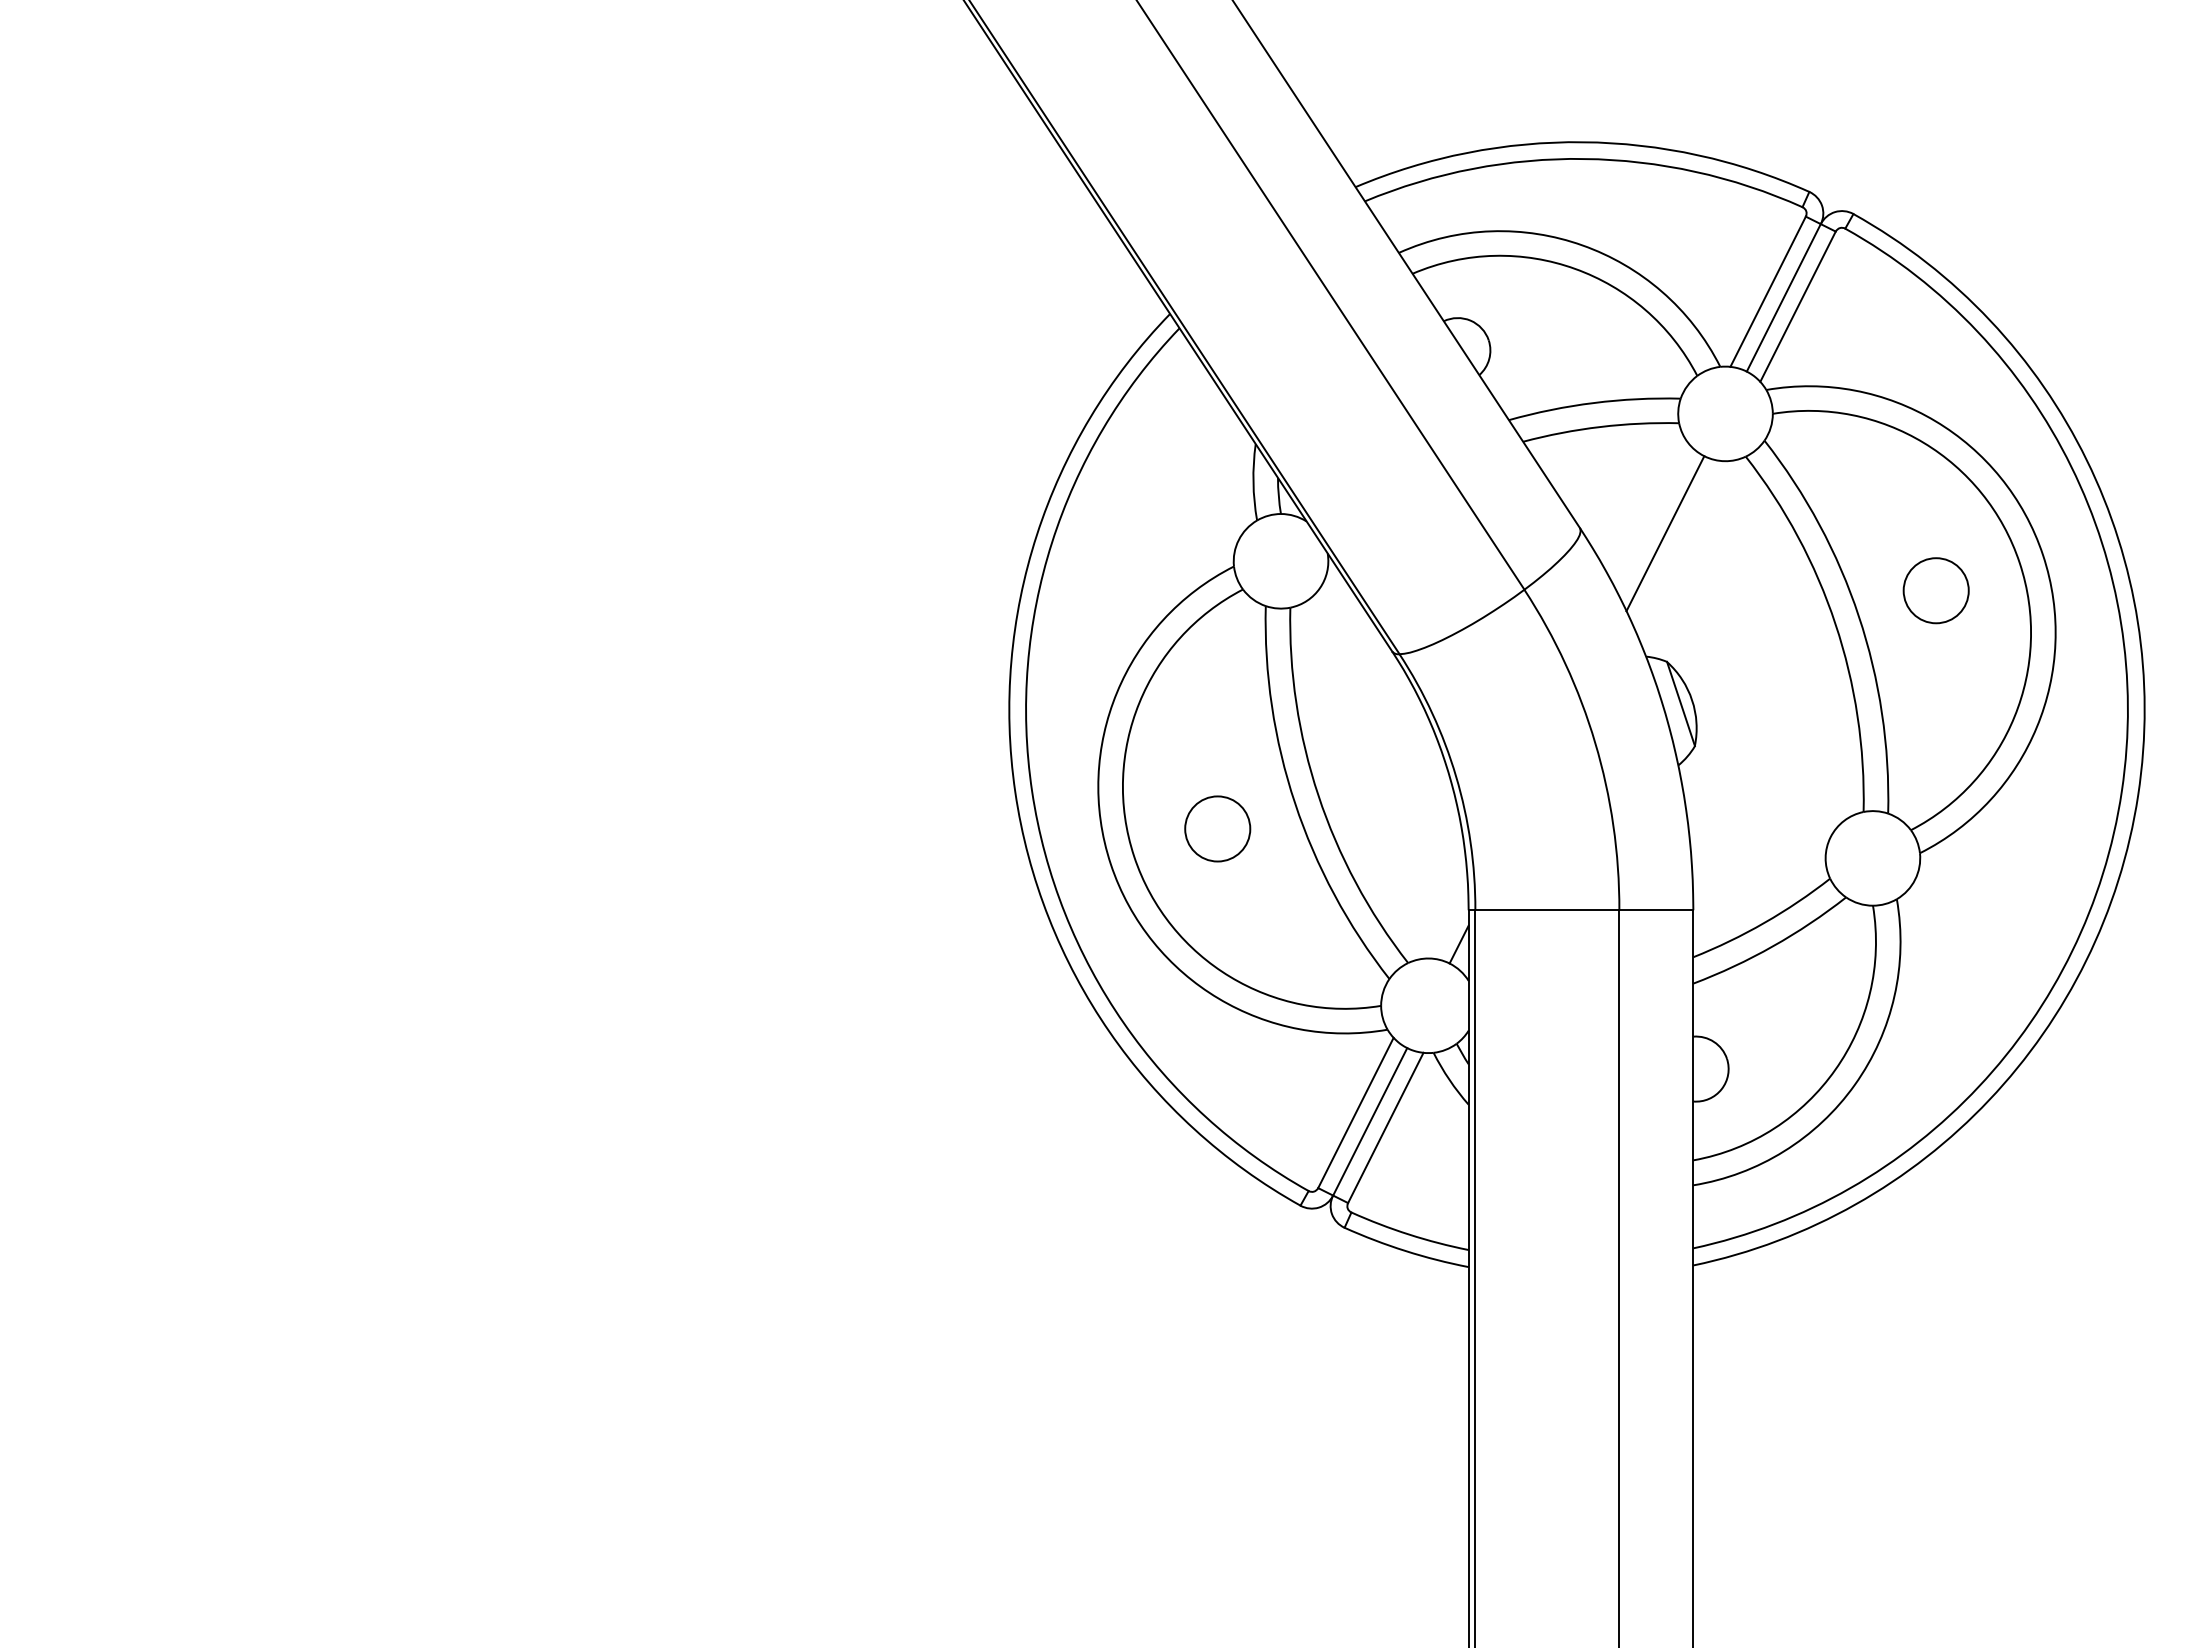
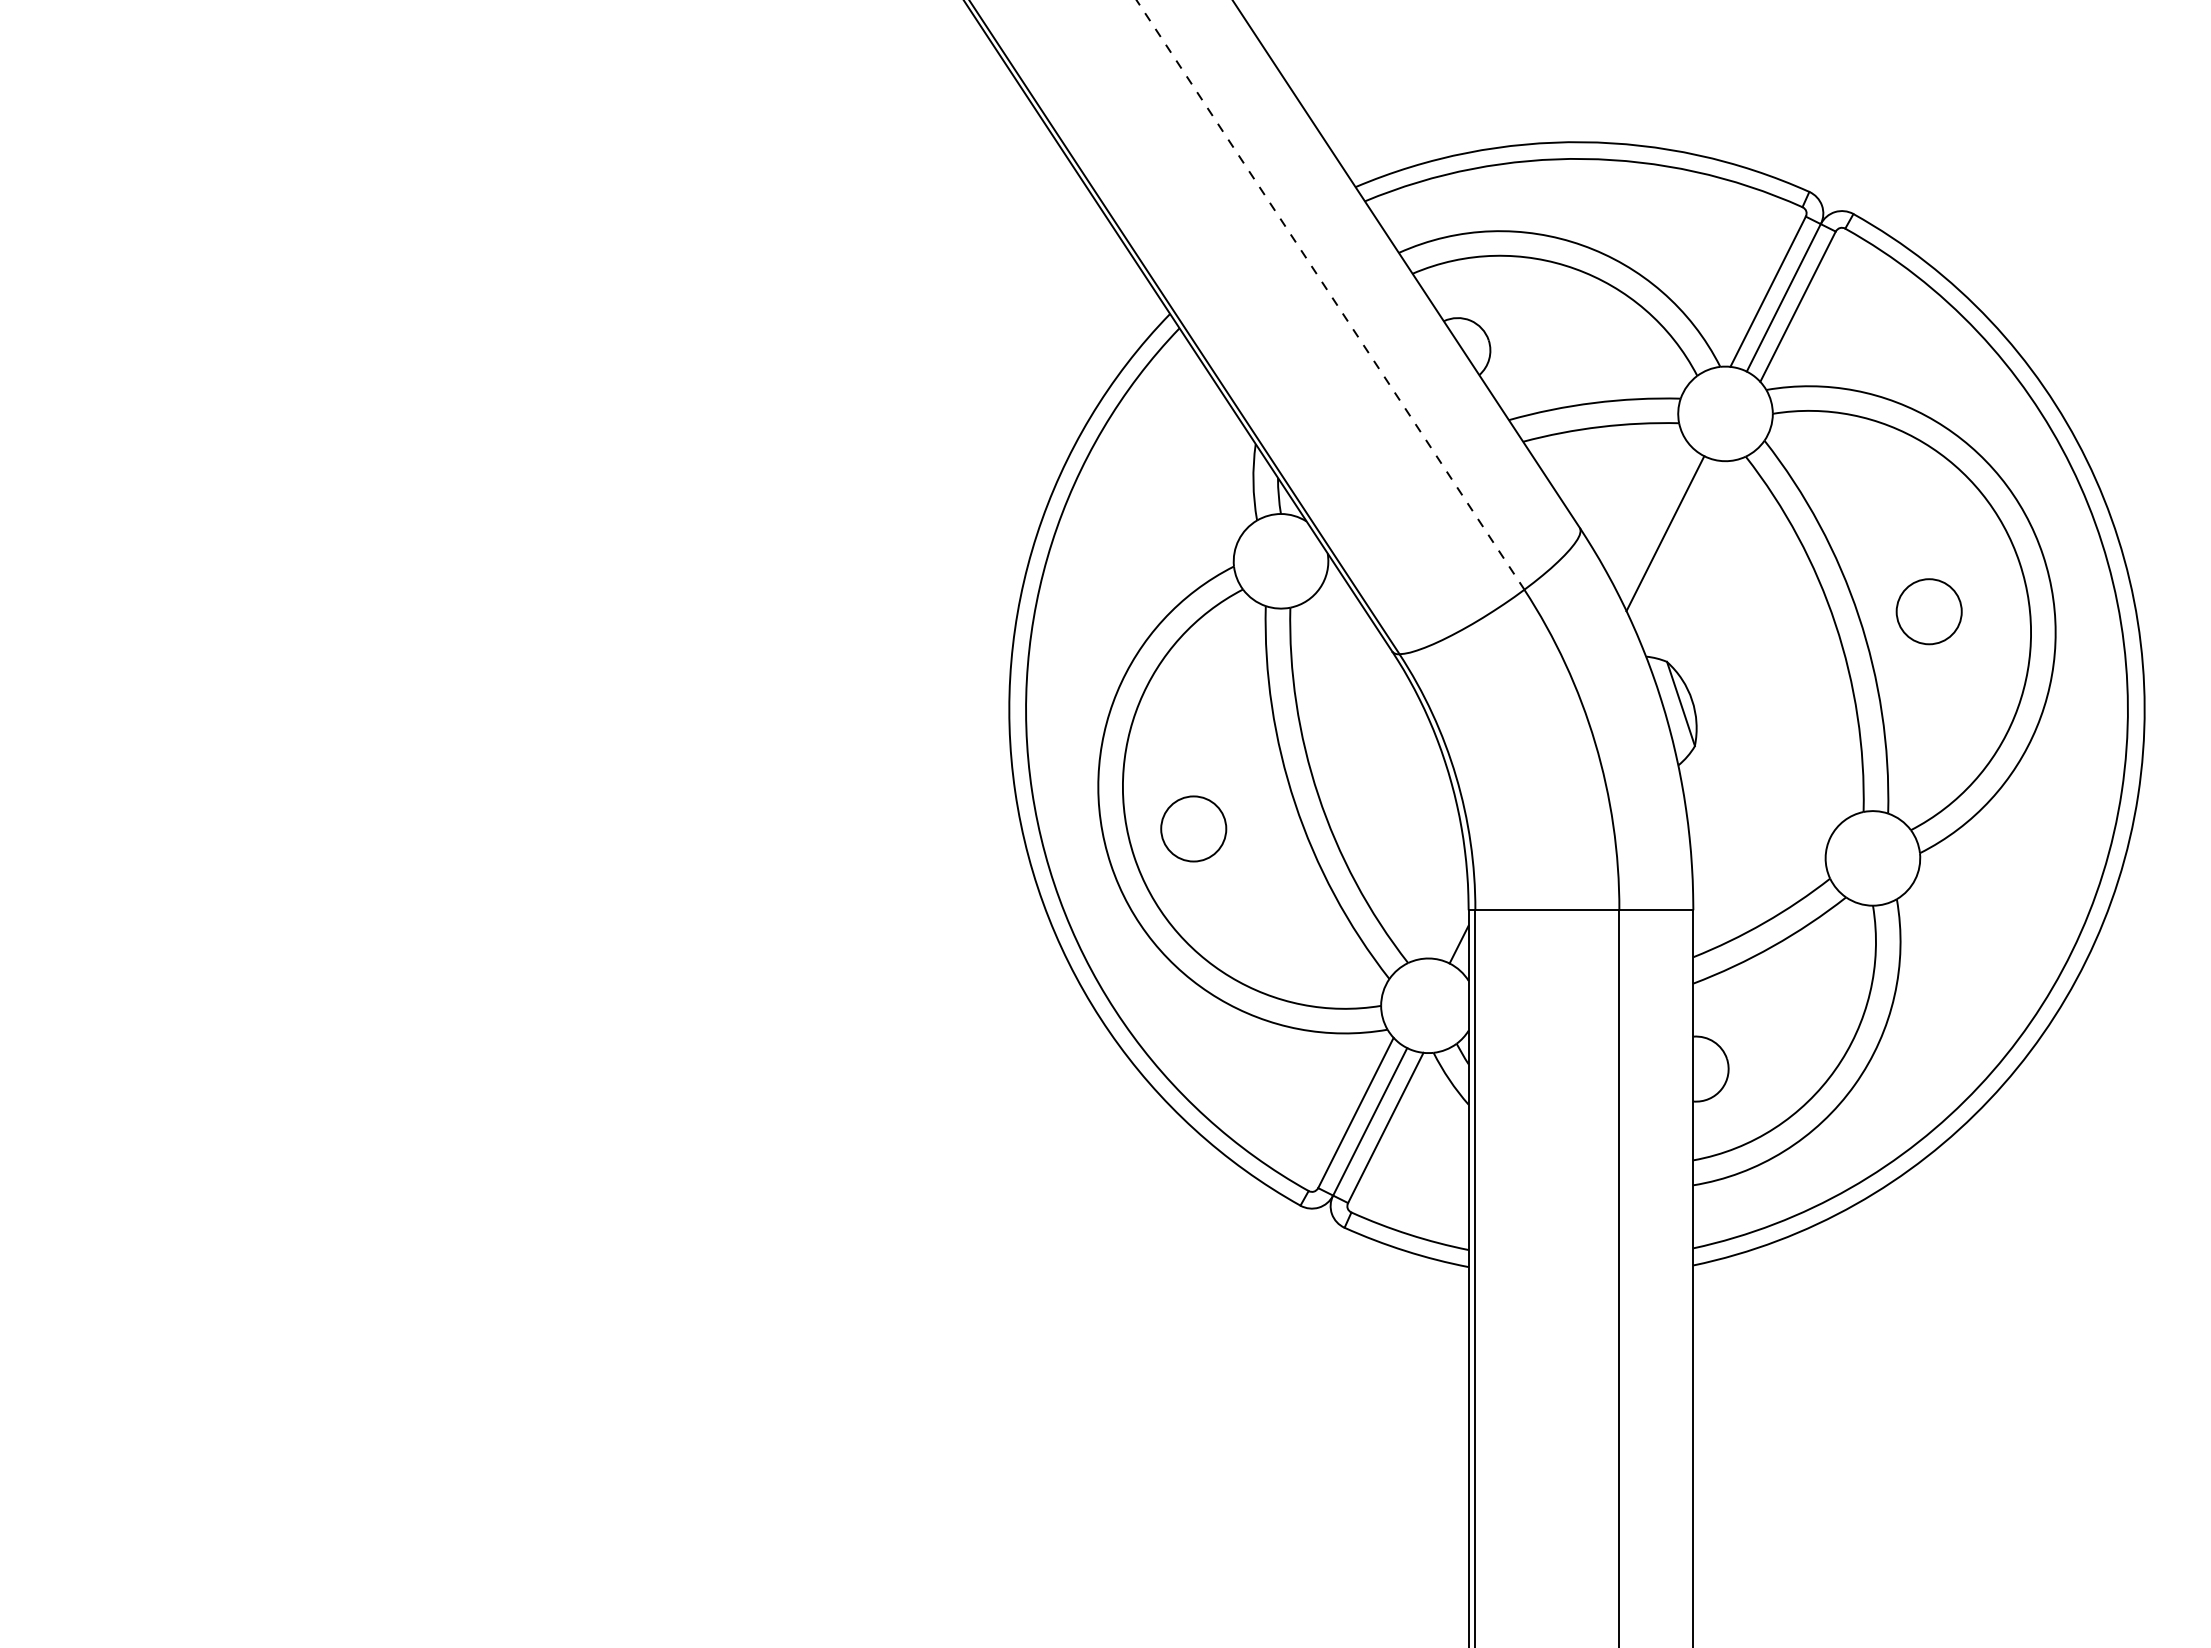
line at (1330, 294): solid -> dashed
circle at (1935, 590) position: (1935, 590) -> (1928, 611)
circle at (1217, 828) position: (1217, 828) -> (1193, 828)
